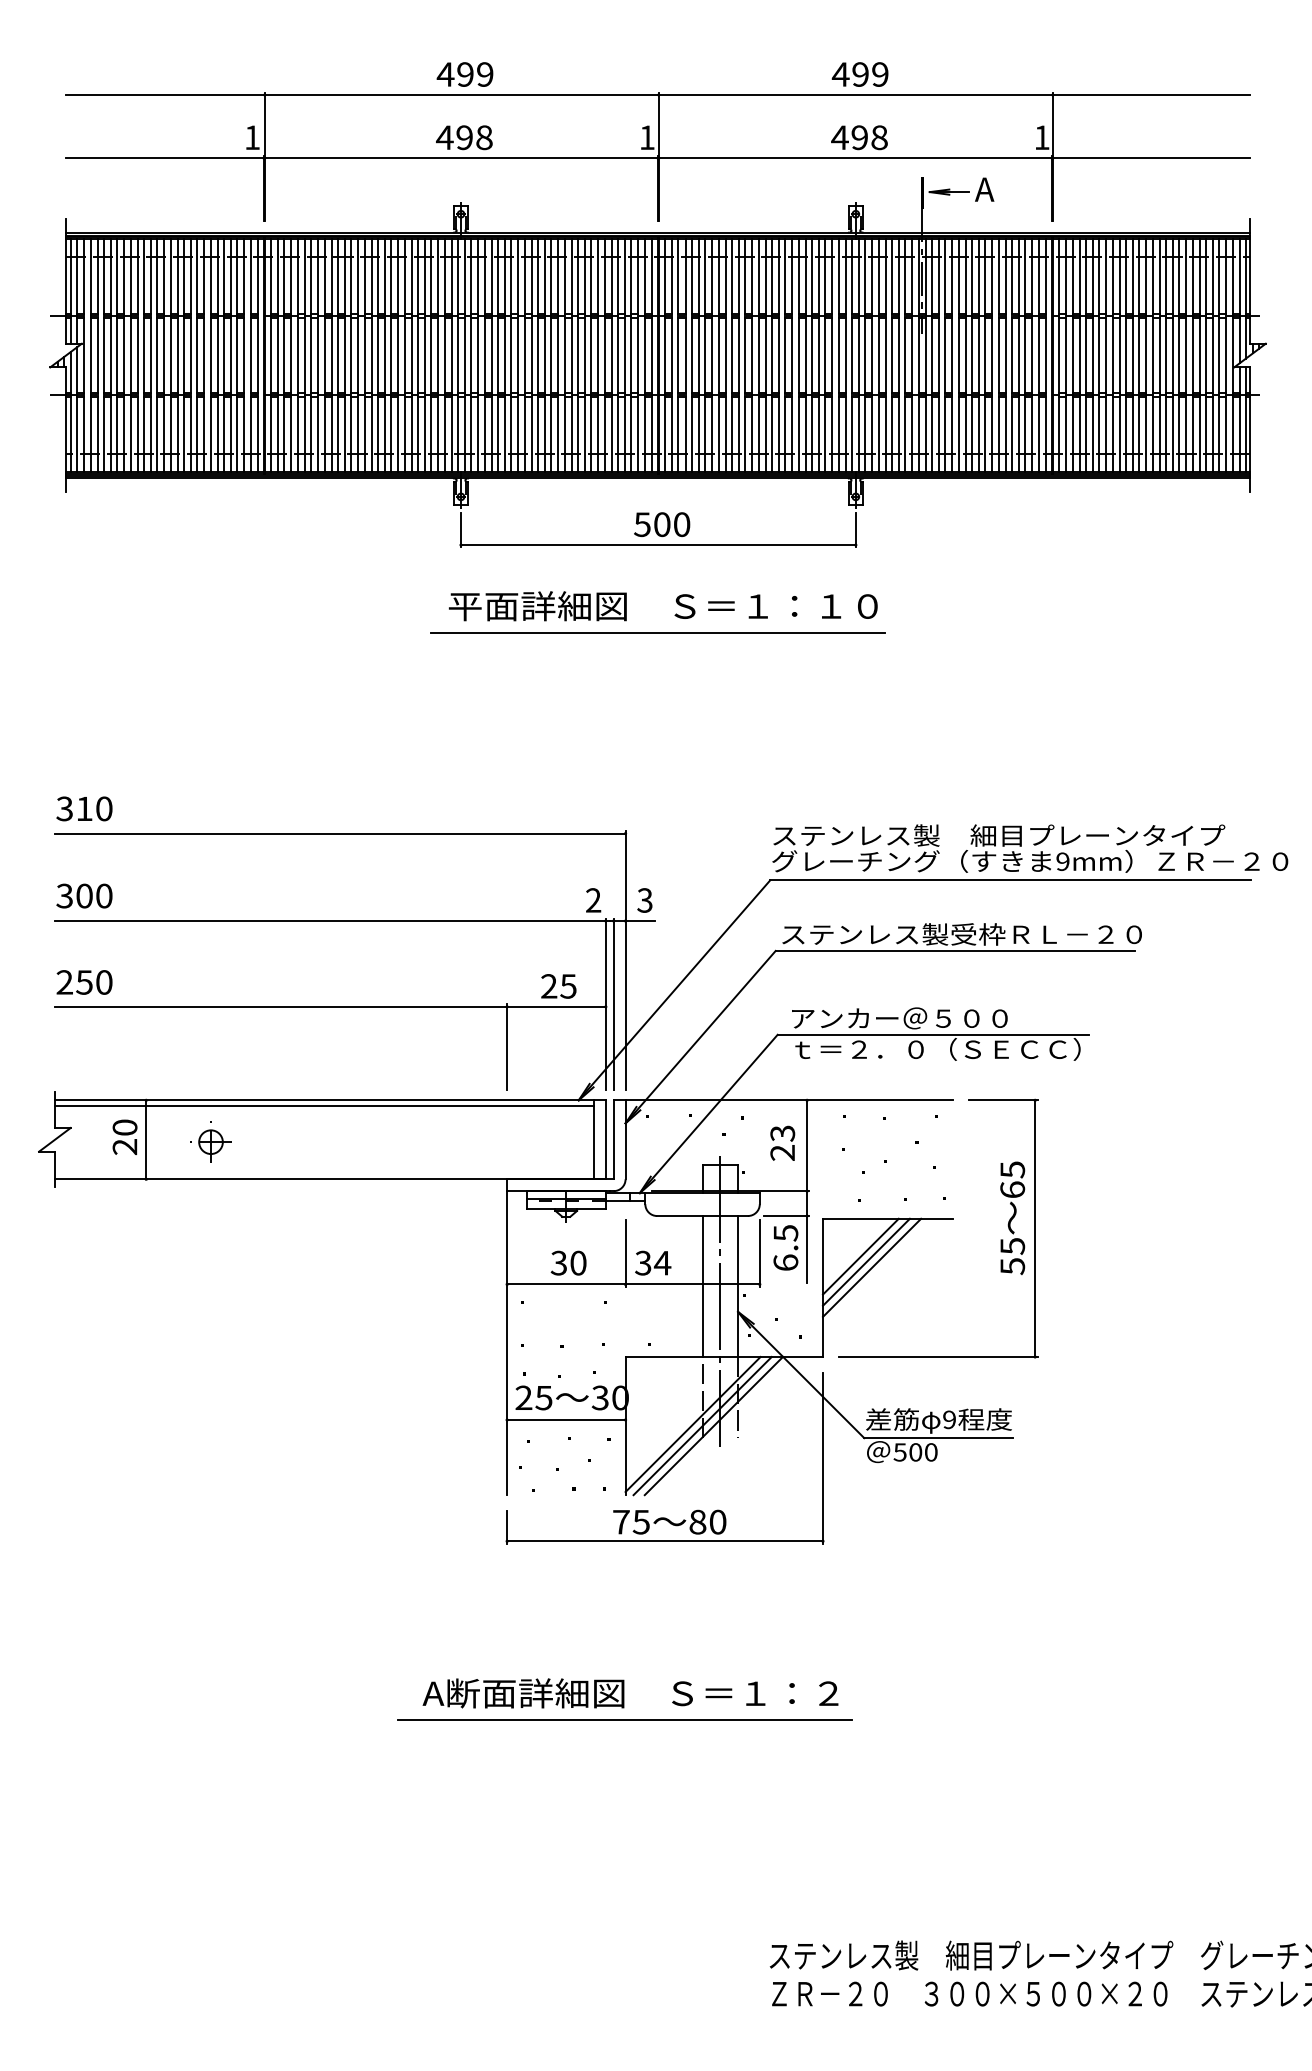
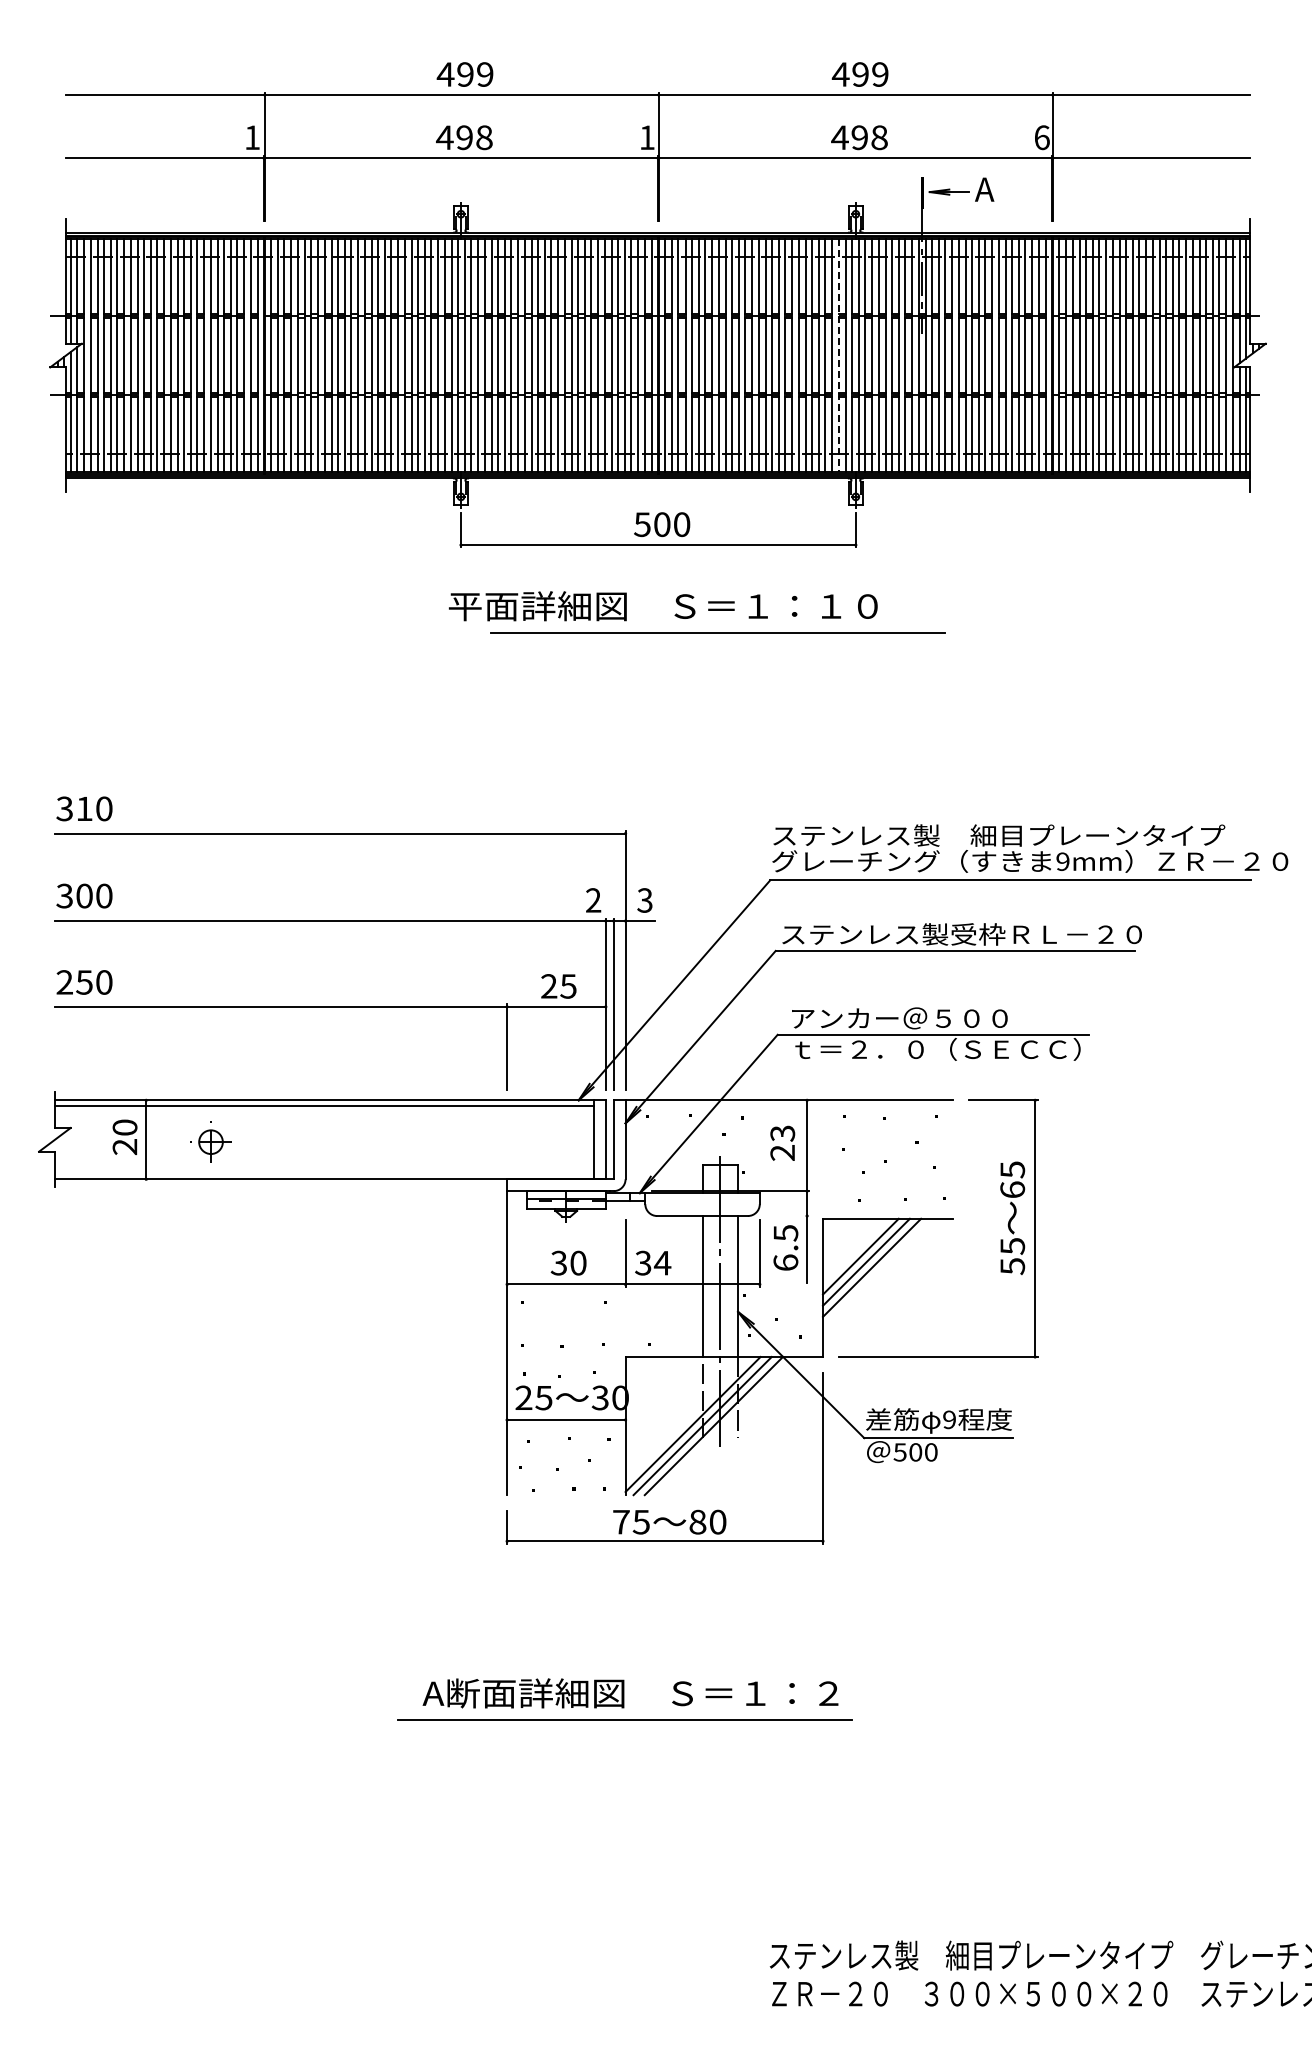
text at (1042, 137): 1 -> 6
line at (838, 356): solid -> dashed
line at (657, 632) position: (657, 632) -> (717, 632)
line at (786, 1216): present -> none
